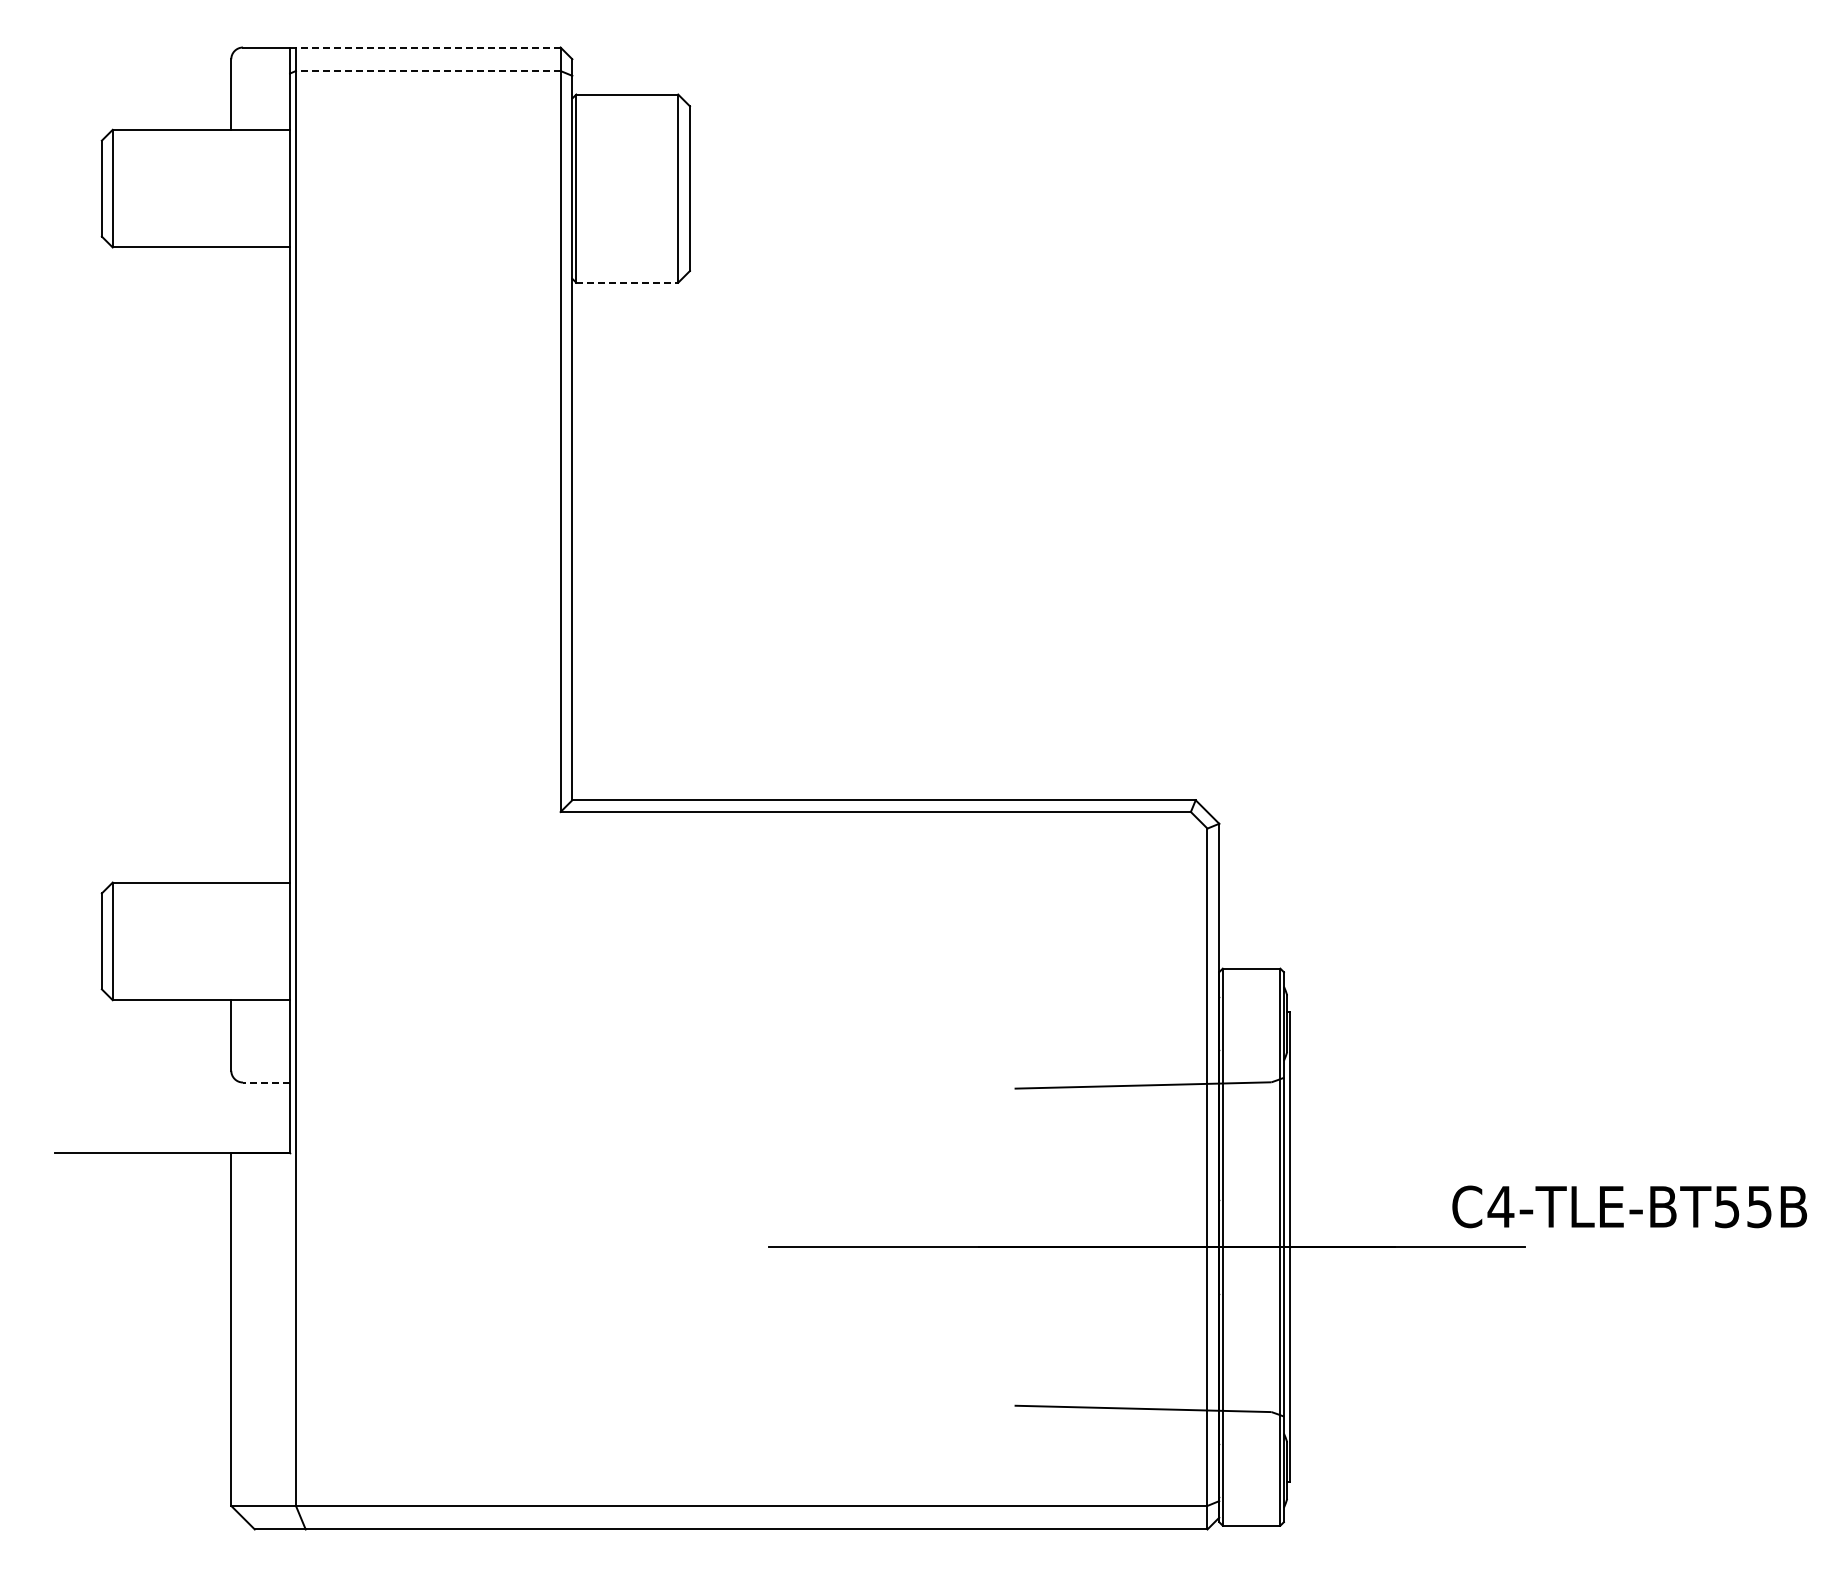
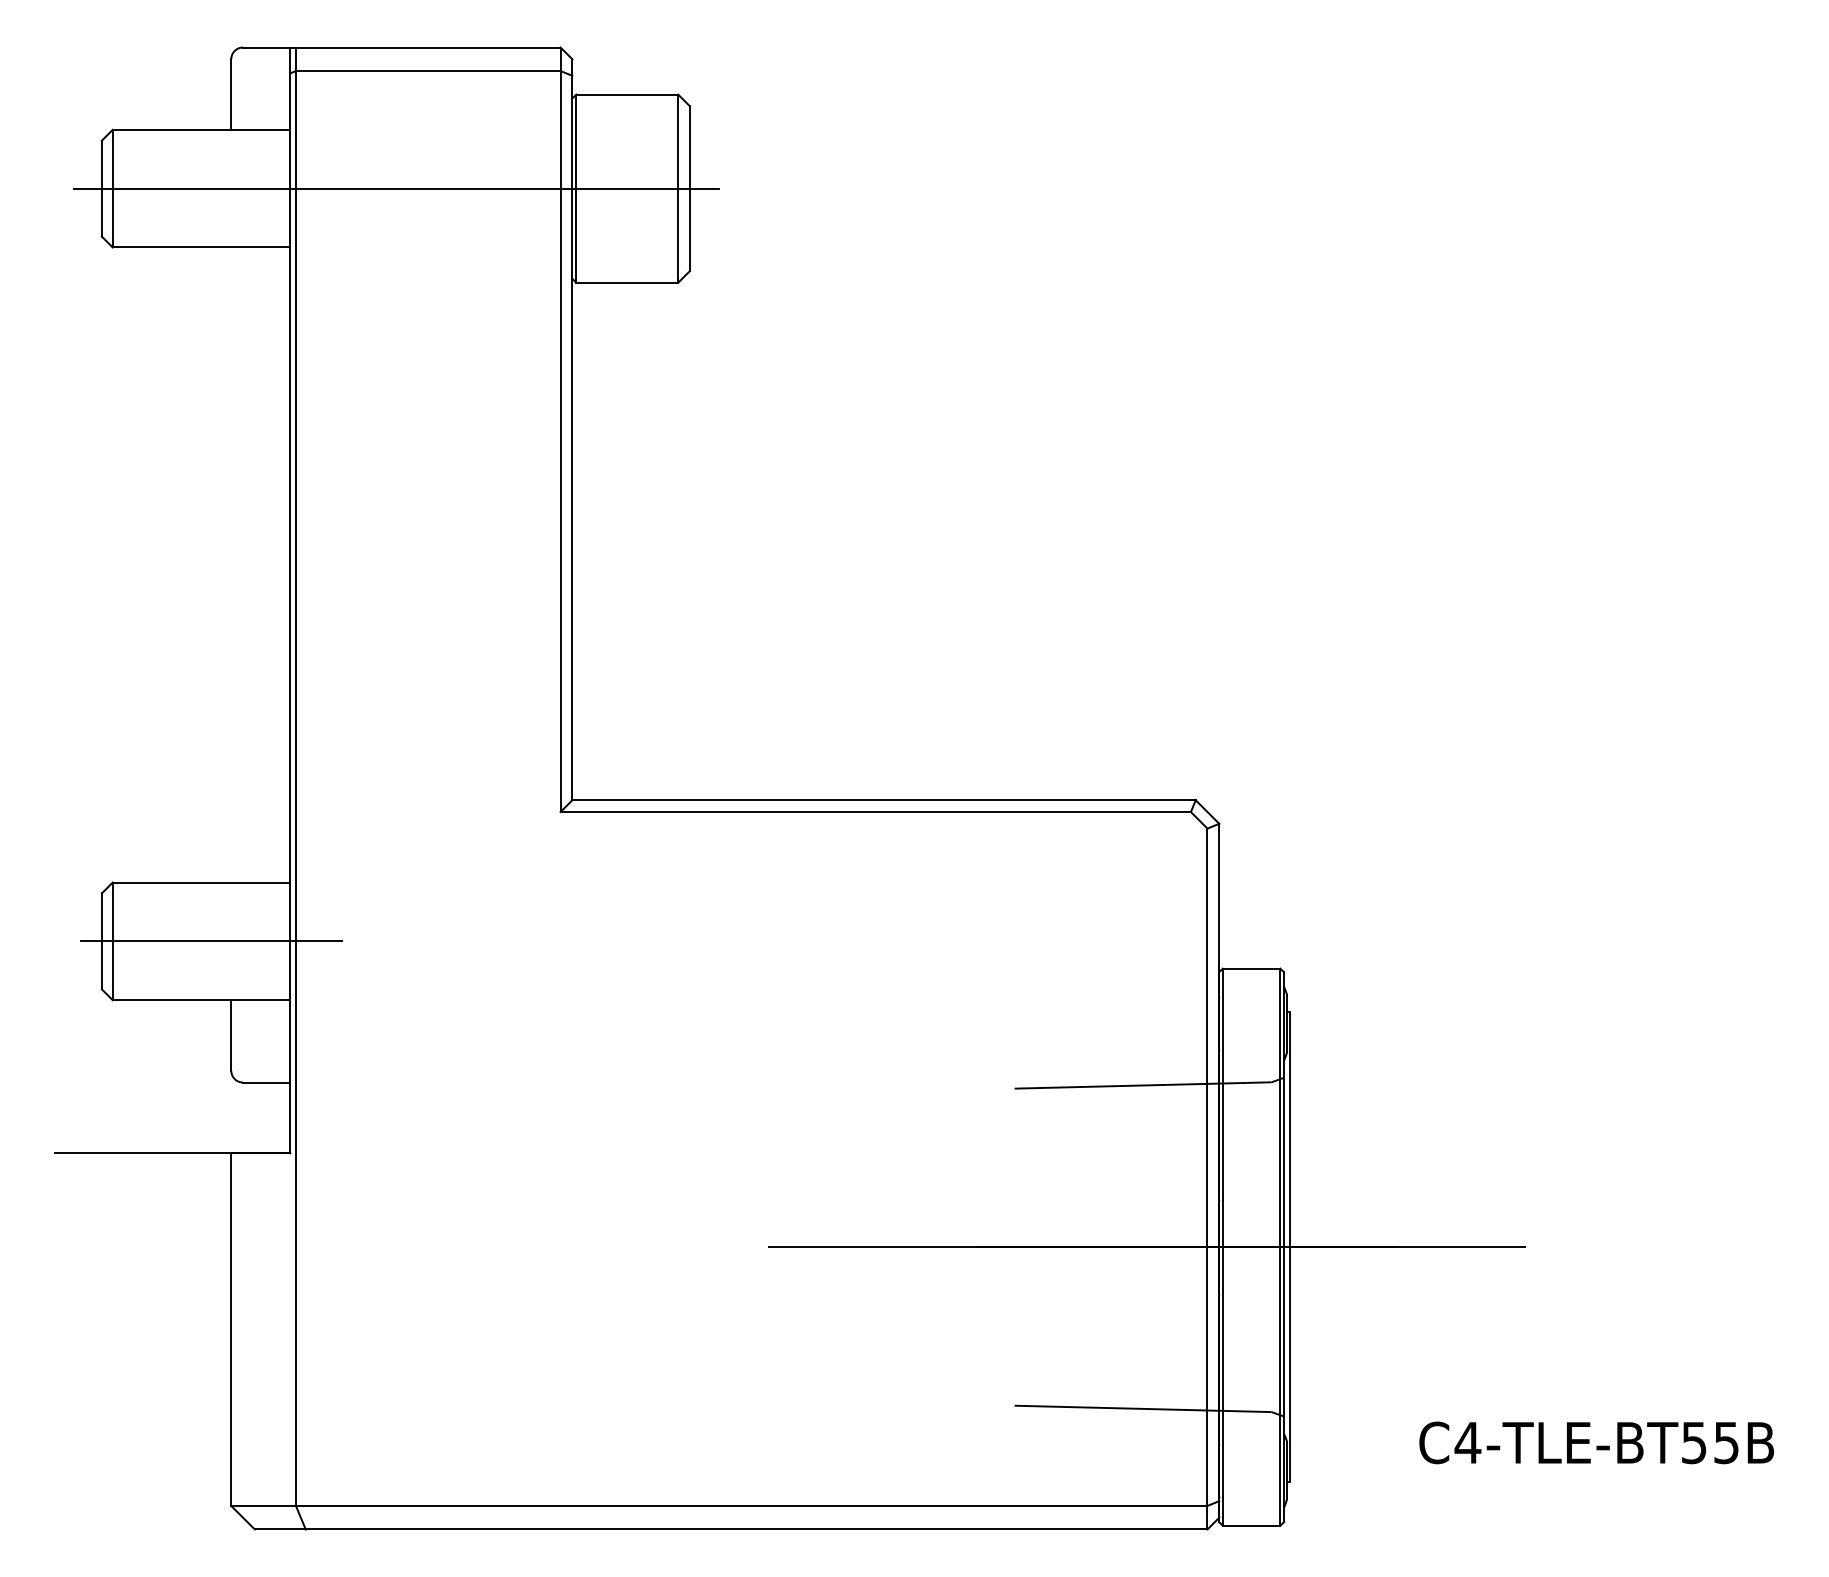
line at (425, 47): dashed -> solid
line at (427, 71): dashed -> solid
line at (396, 188): none -> present
line at (627, 282): dashed -> solid
line at (210, 941): none -> present
line at (266, 1082): dashed -> solid
text at (1629, 1206) position: (1629, 1206) -> (1596, 1442)
